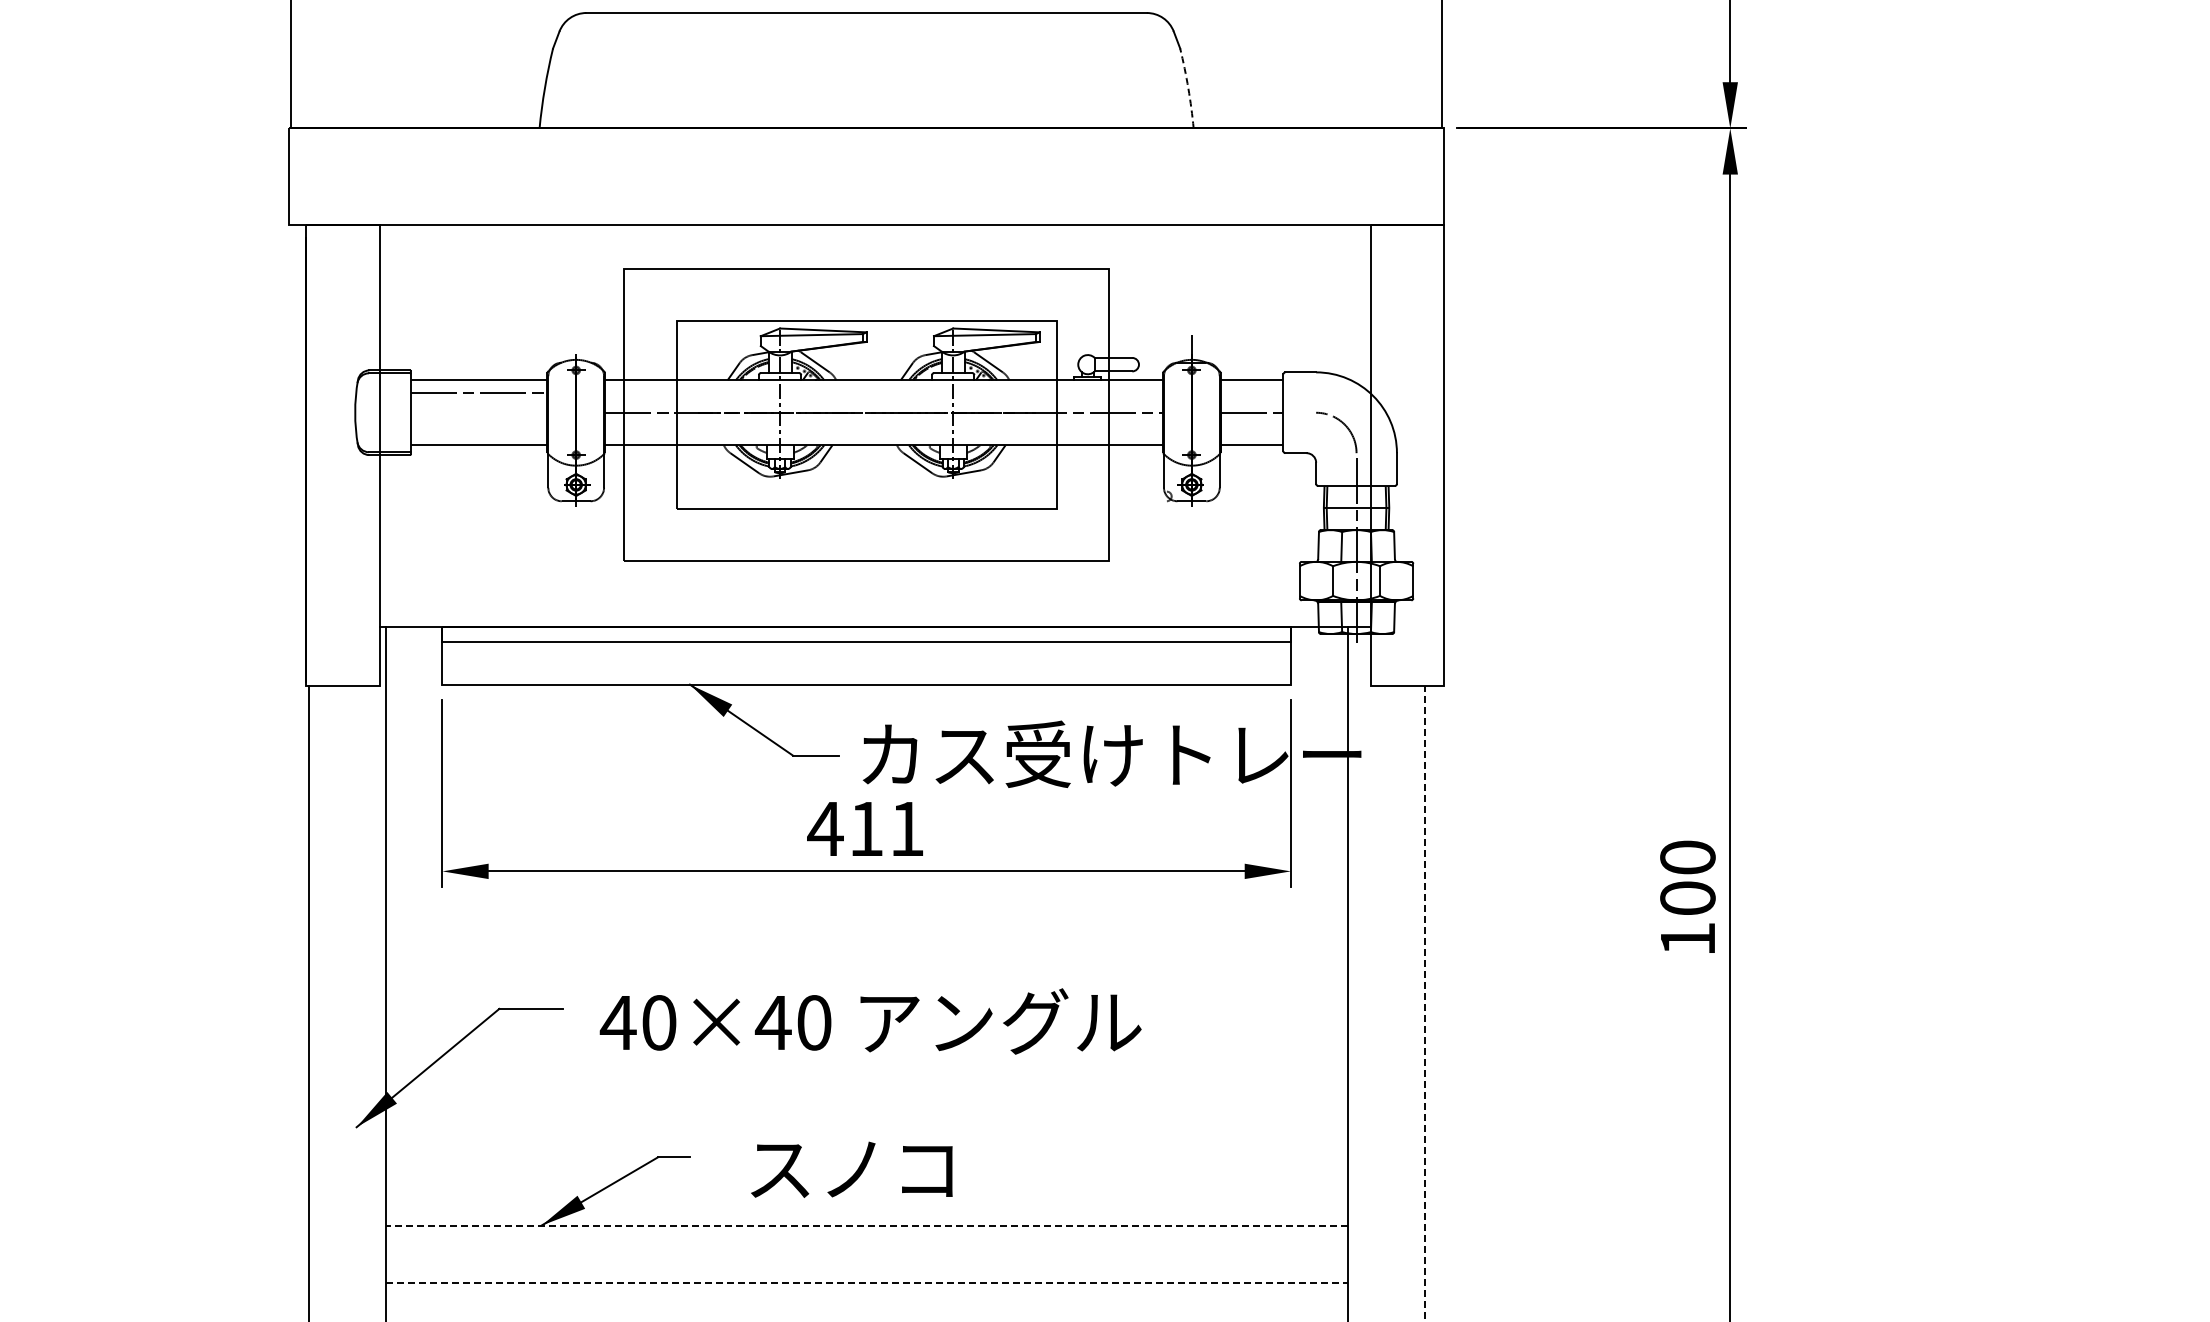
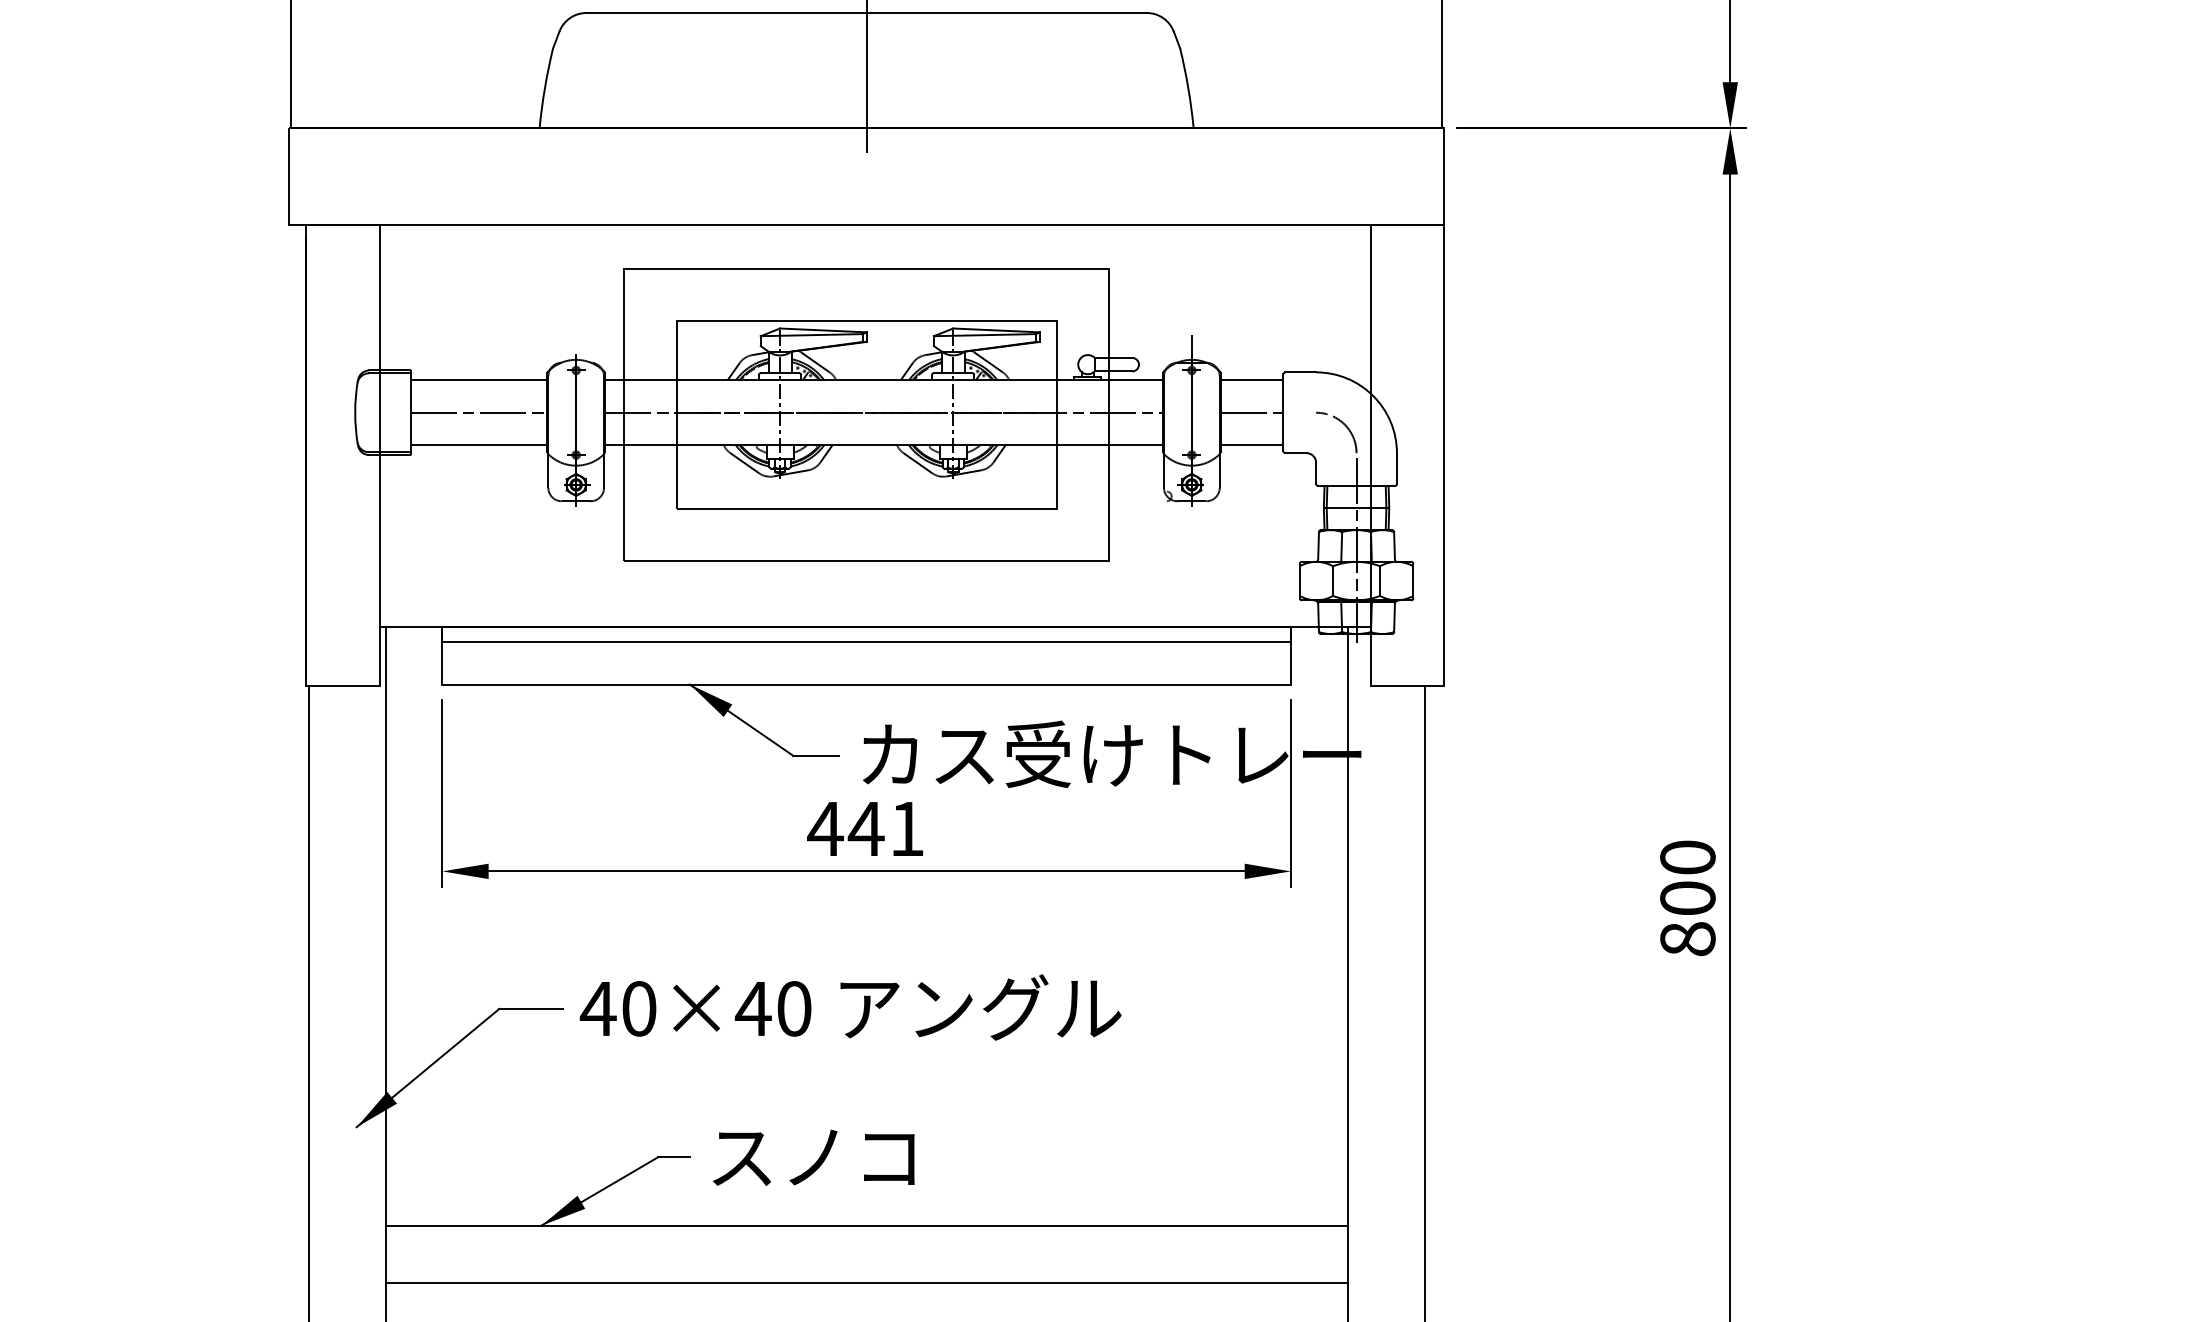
line at (866, 77): none -> present
arc at (1188, 88): dashed -> solid
line at (478, 392) position: (478, 392) -> (478, 412)
text at (865, 828): 411 -> 441
text at (1687, 939): 100 -> 800
line at (1424, 1003): dashed -> solid
text at (870, 1021) position: (870, 1021) -> (850, 1007)
text at (851, 1169) position: (851, 1169) -> (813, 1157)
line at (866, 1225): dashed -> solid
line at (866, 1283): dashed -> solid
